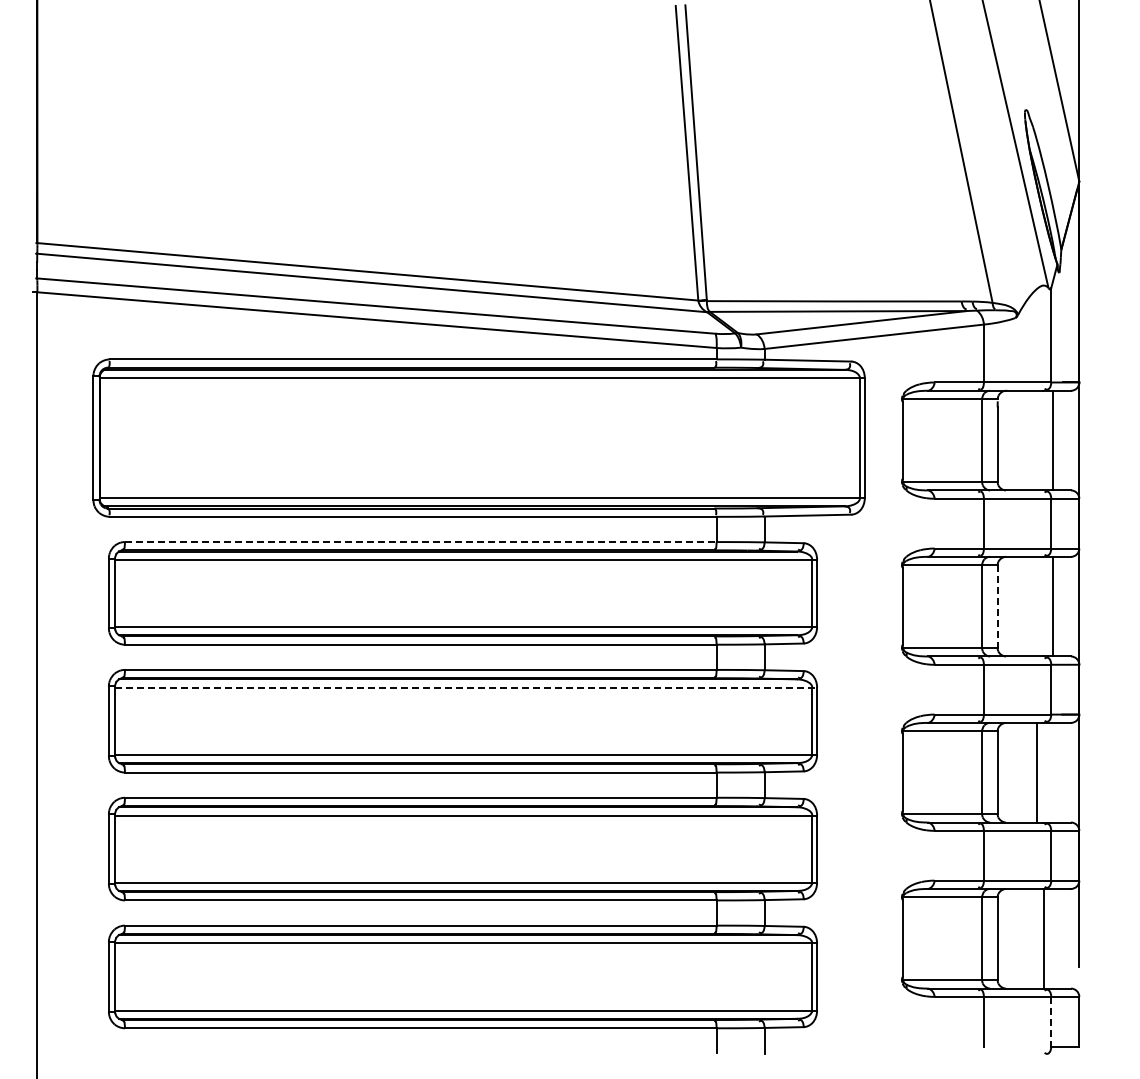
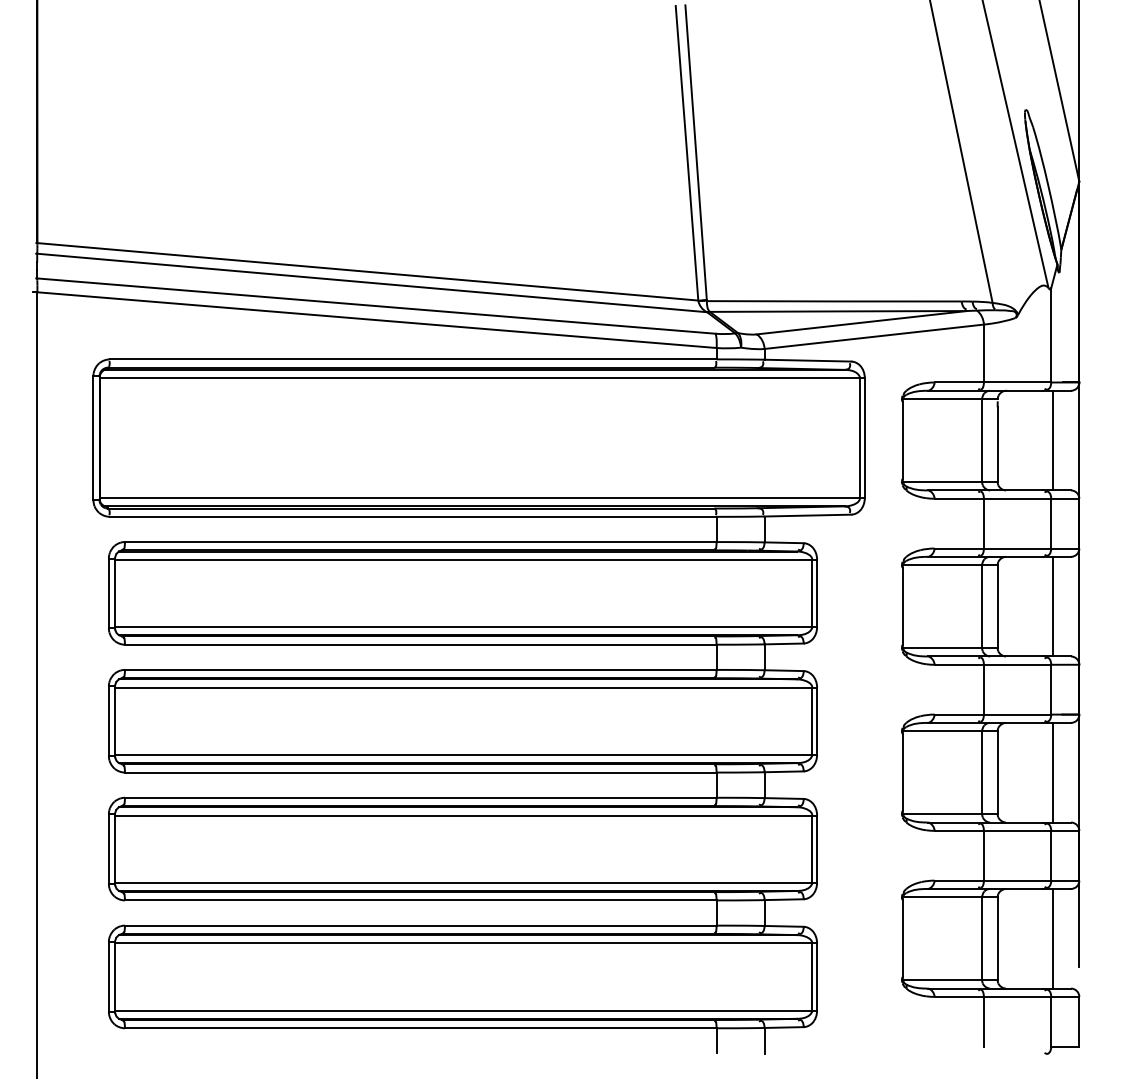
line at (420, 542): dashed -> solid
line at (997, 606): dashed -> solid
line at (466, 687): dashed -> solid
line at (1037, 772) position: (1037, 772) -> (1053, 772)
line at (1044, 938) position: (1044, 938) -> (1053, 938)
line at (1051, 1021): dashed -> solid
